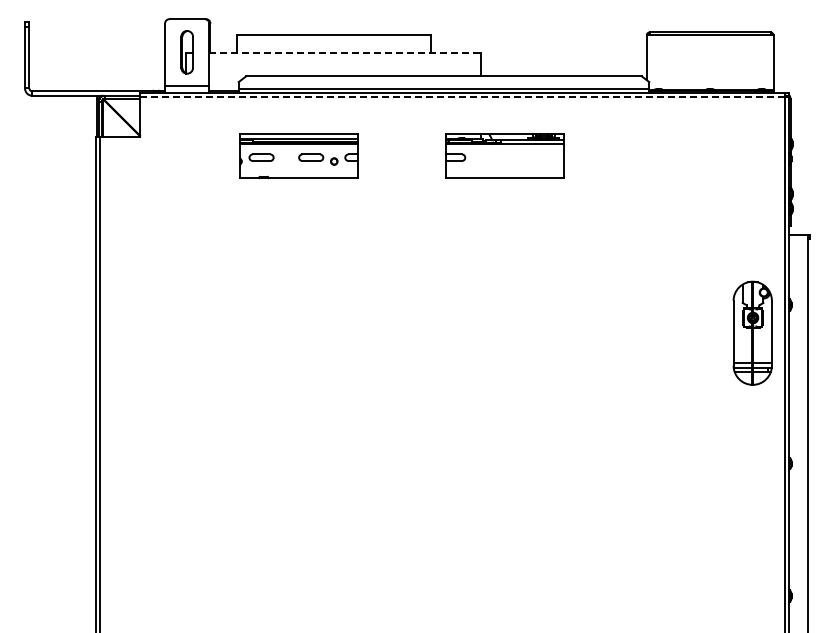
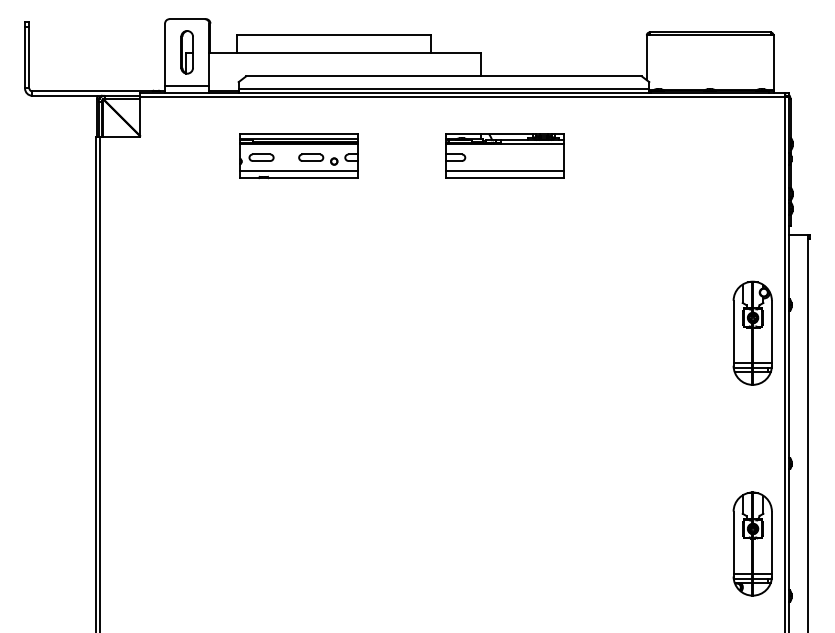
line at (345, 52): dashed -> solid
line at (462, 97): dashed -> solid
line at (298, 170): none -> present
line at (505, 170): none -> present
part at (752, 543): none -> present
